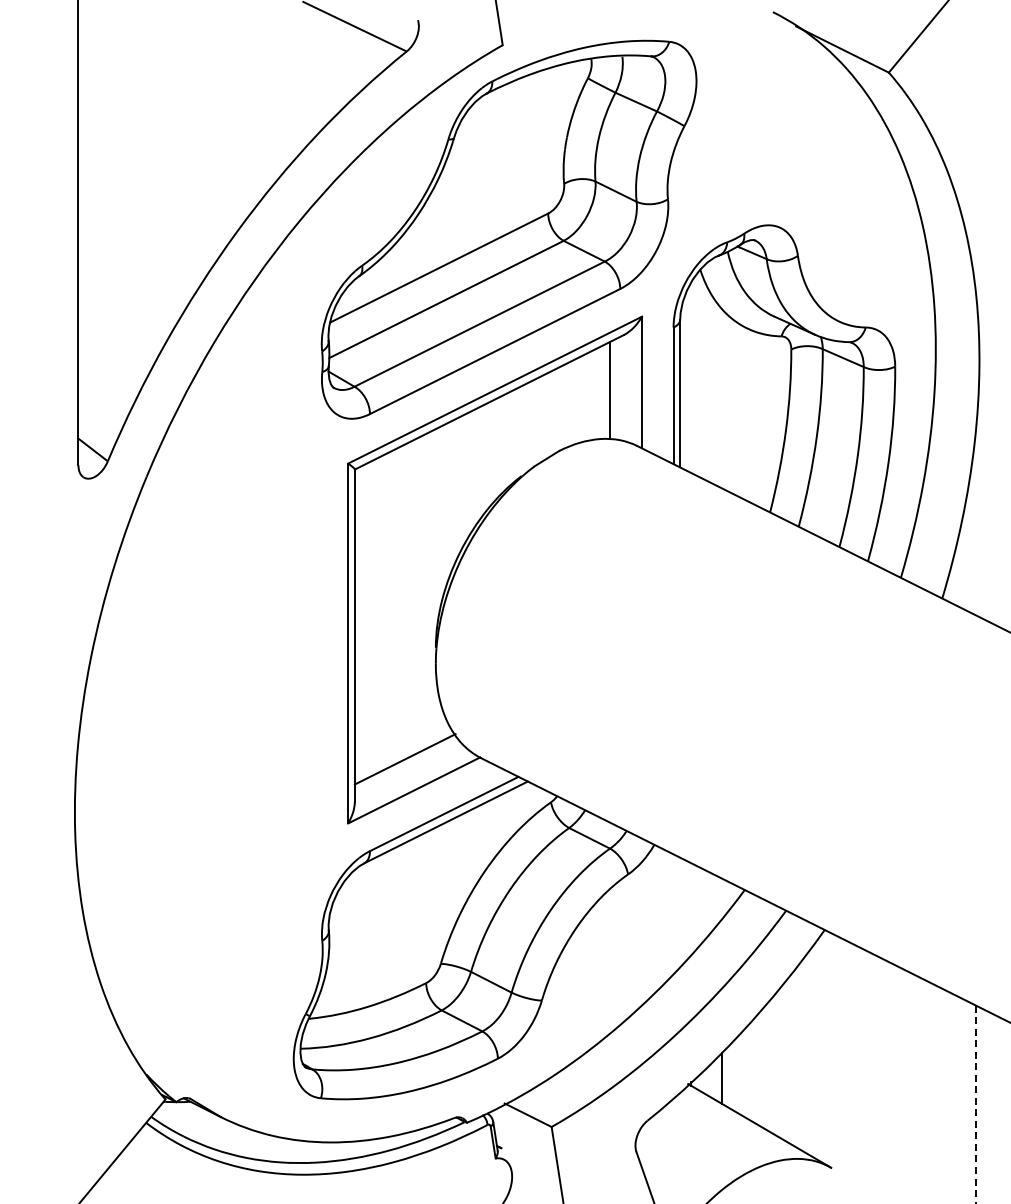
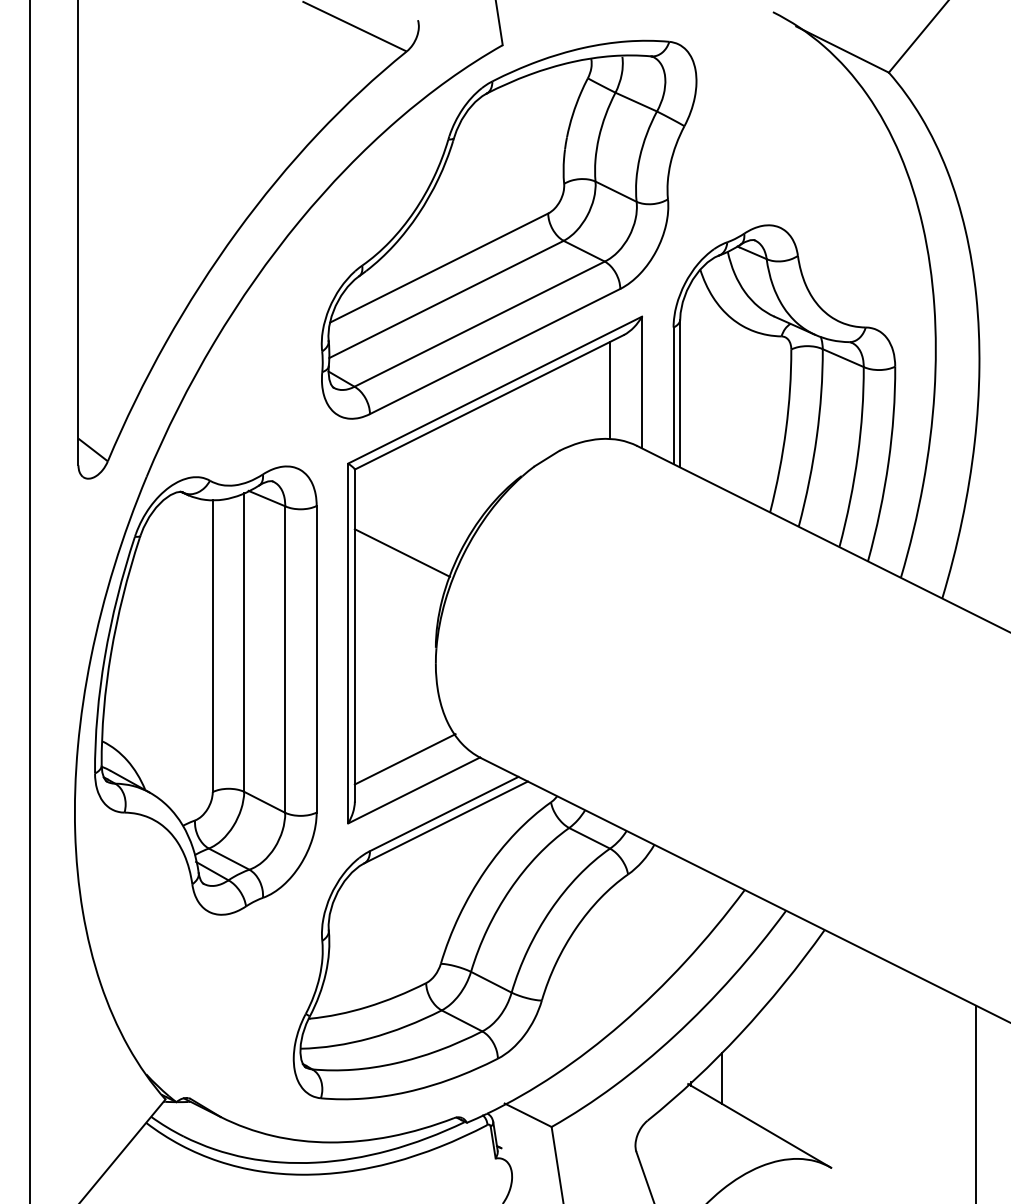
line at (401, 552): none -> present
line at (30, 601): none -> present
part at (205, 690): none -> present
line at (975, 1104): dashed -> solid
